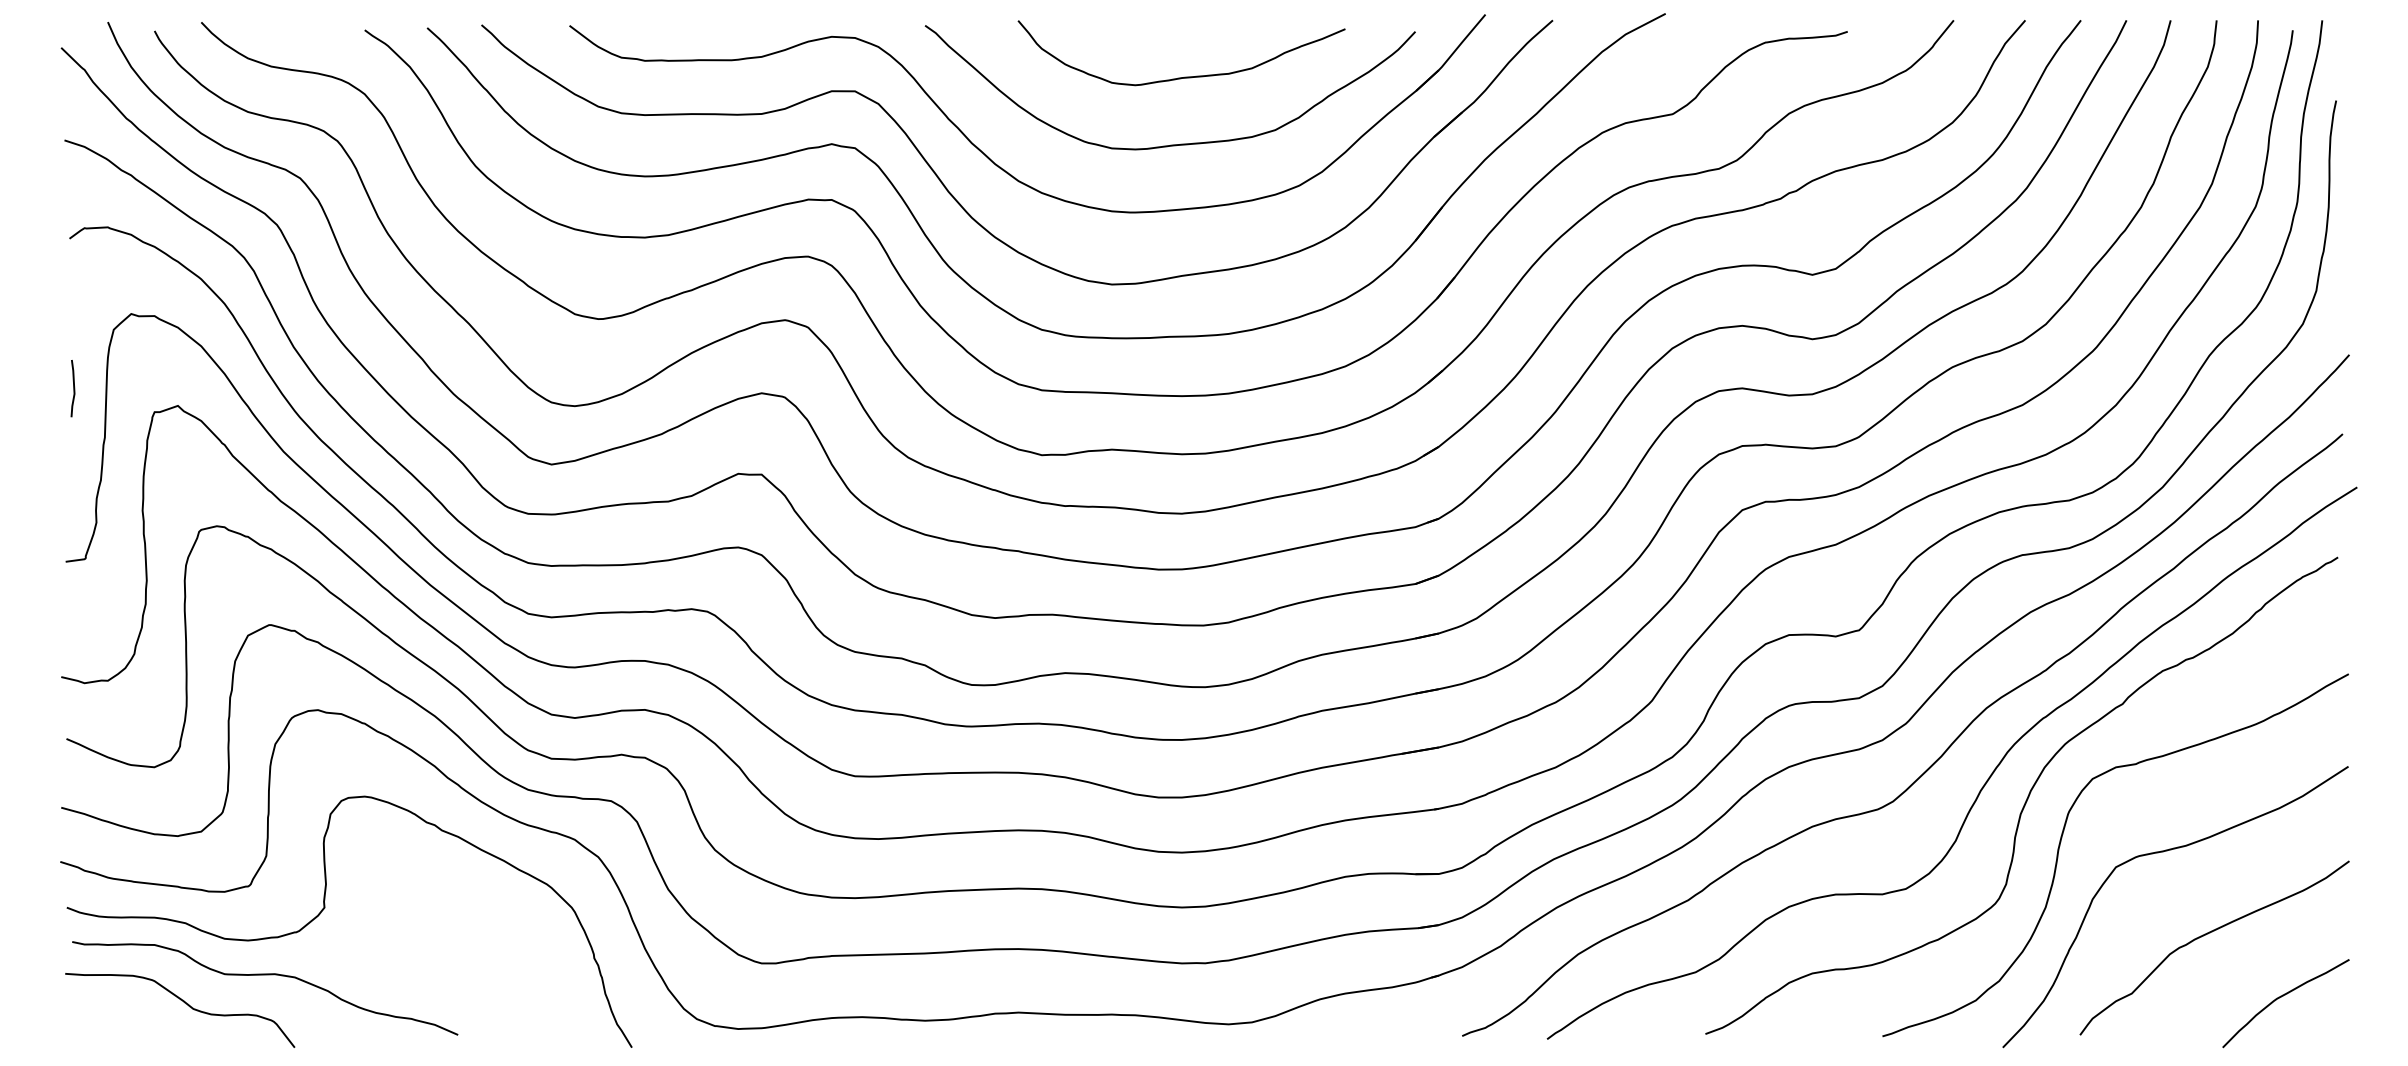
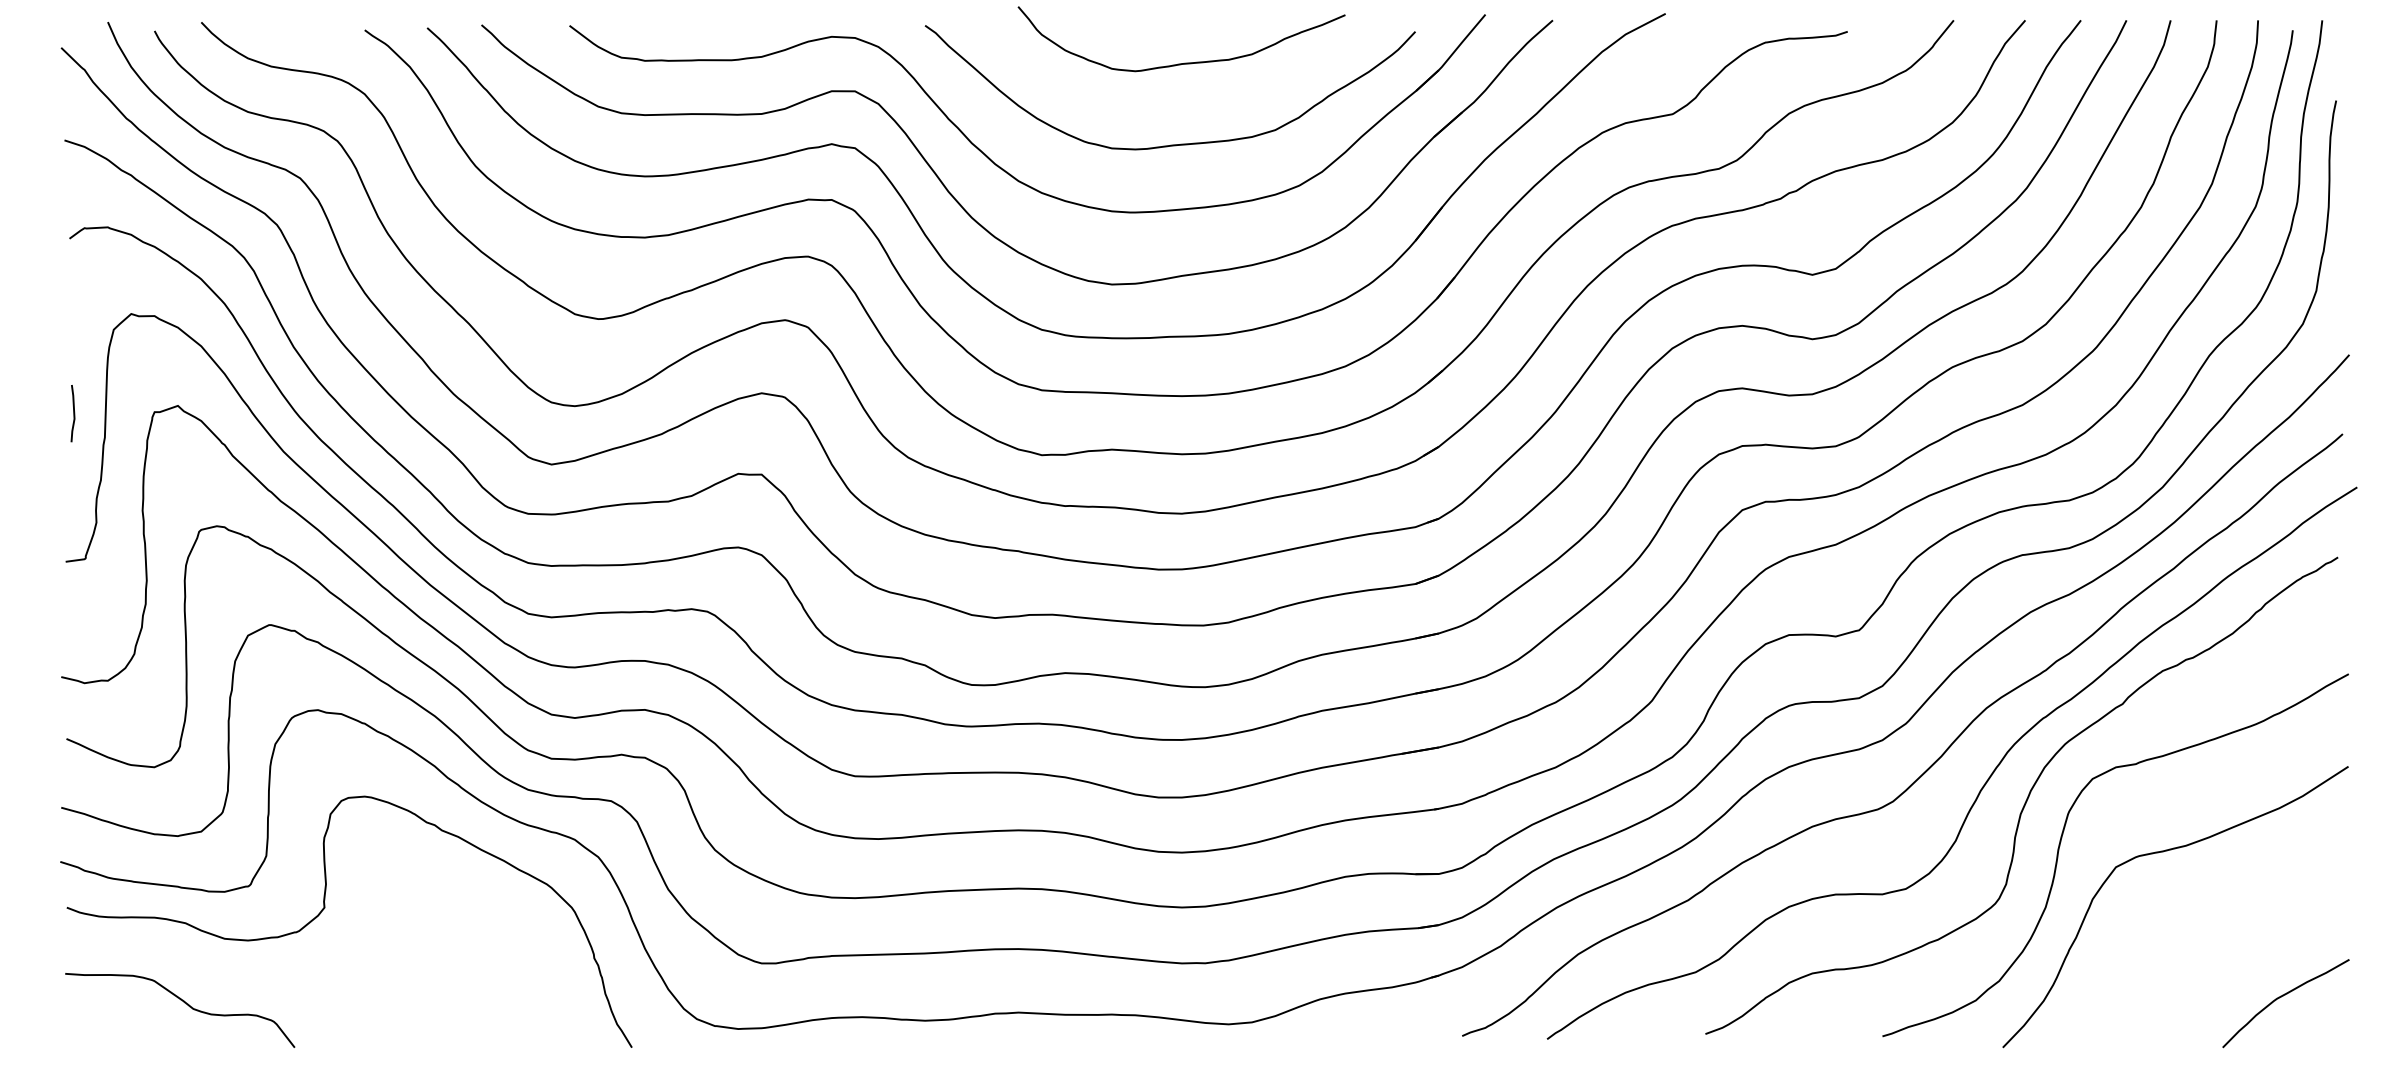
curve at (1184, 76) position: (1184, 76) -> (1184, 62)
line at (73, 388) position: (73, 388) -> (73, 413)
curve at (2208, 934): present -> none
curve at (265, 975): present -> none
